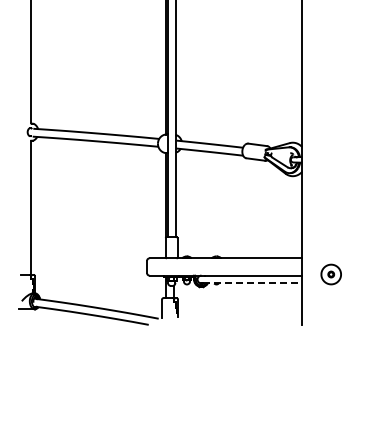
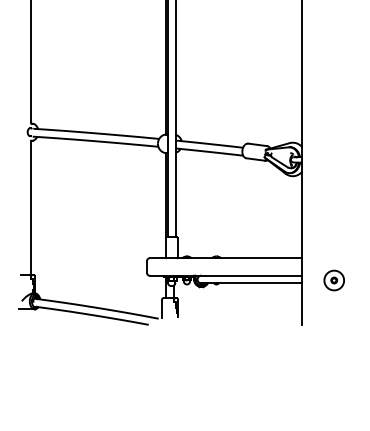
part at (330, 274) position: (330, 274) -> (333, 280)
line at (252, 283): dashed -> solid
